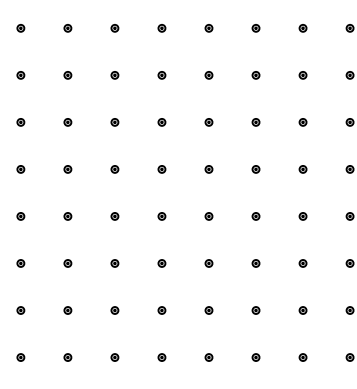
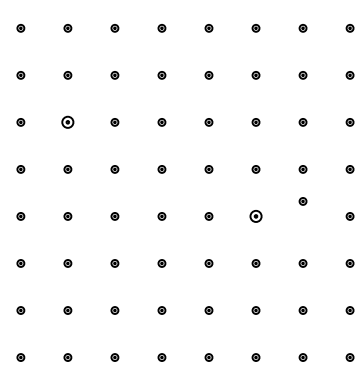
part at (67, 122) size: 10x9 px -> 14x14 px
part at (255, 216) size: 10x9 px -> 14x13 px
part at (302, 216) position: (302, 216) -> (302, 201)
